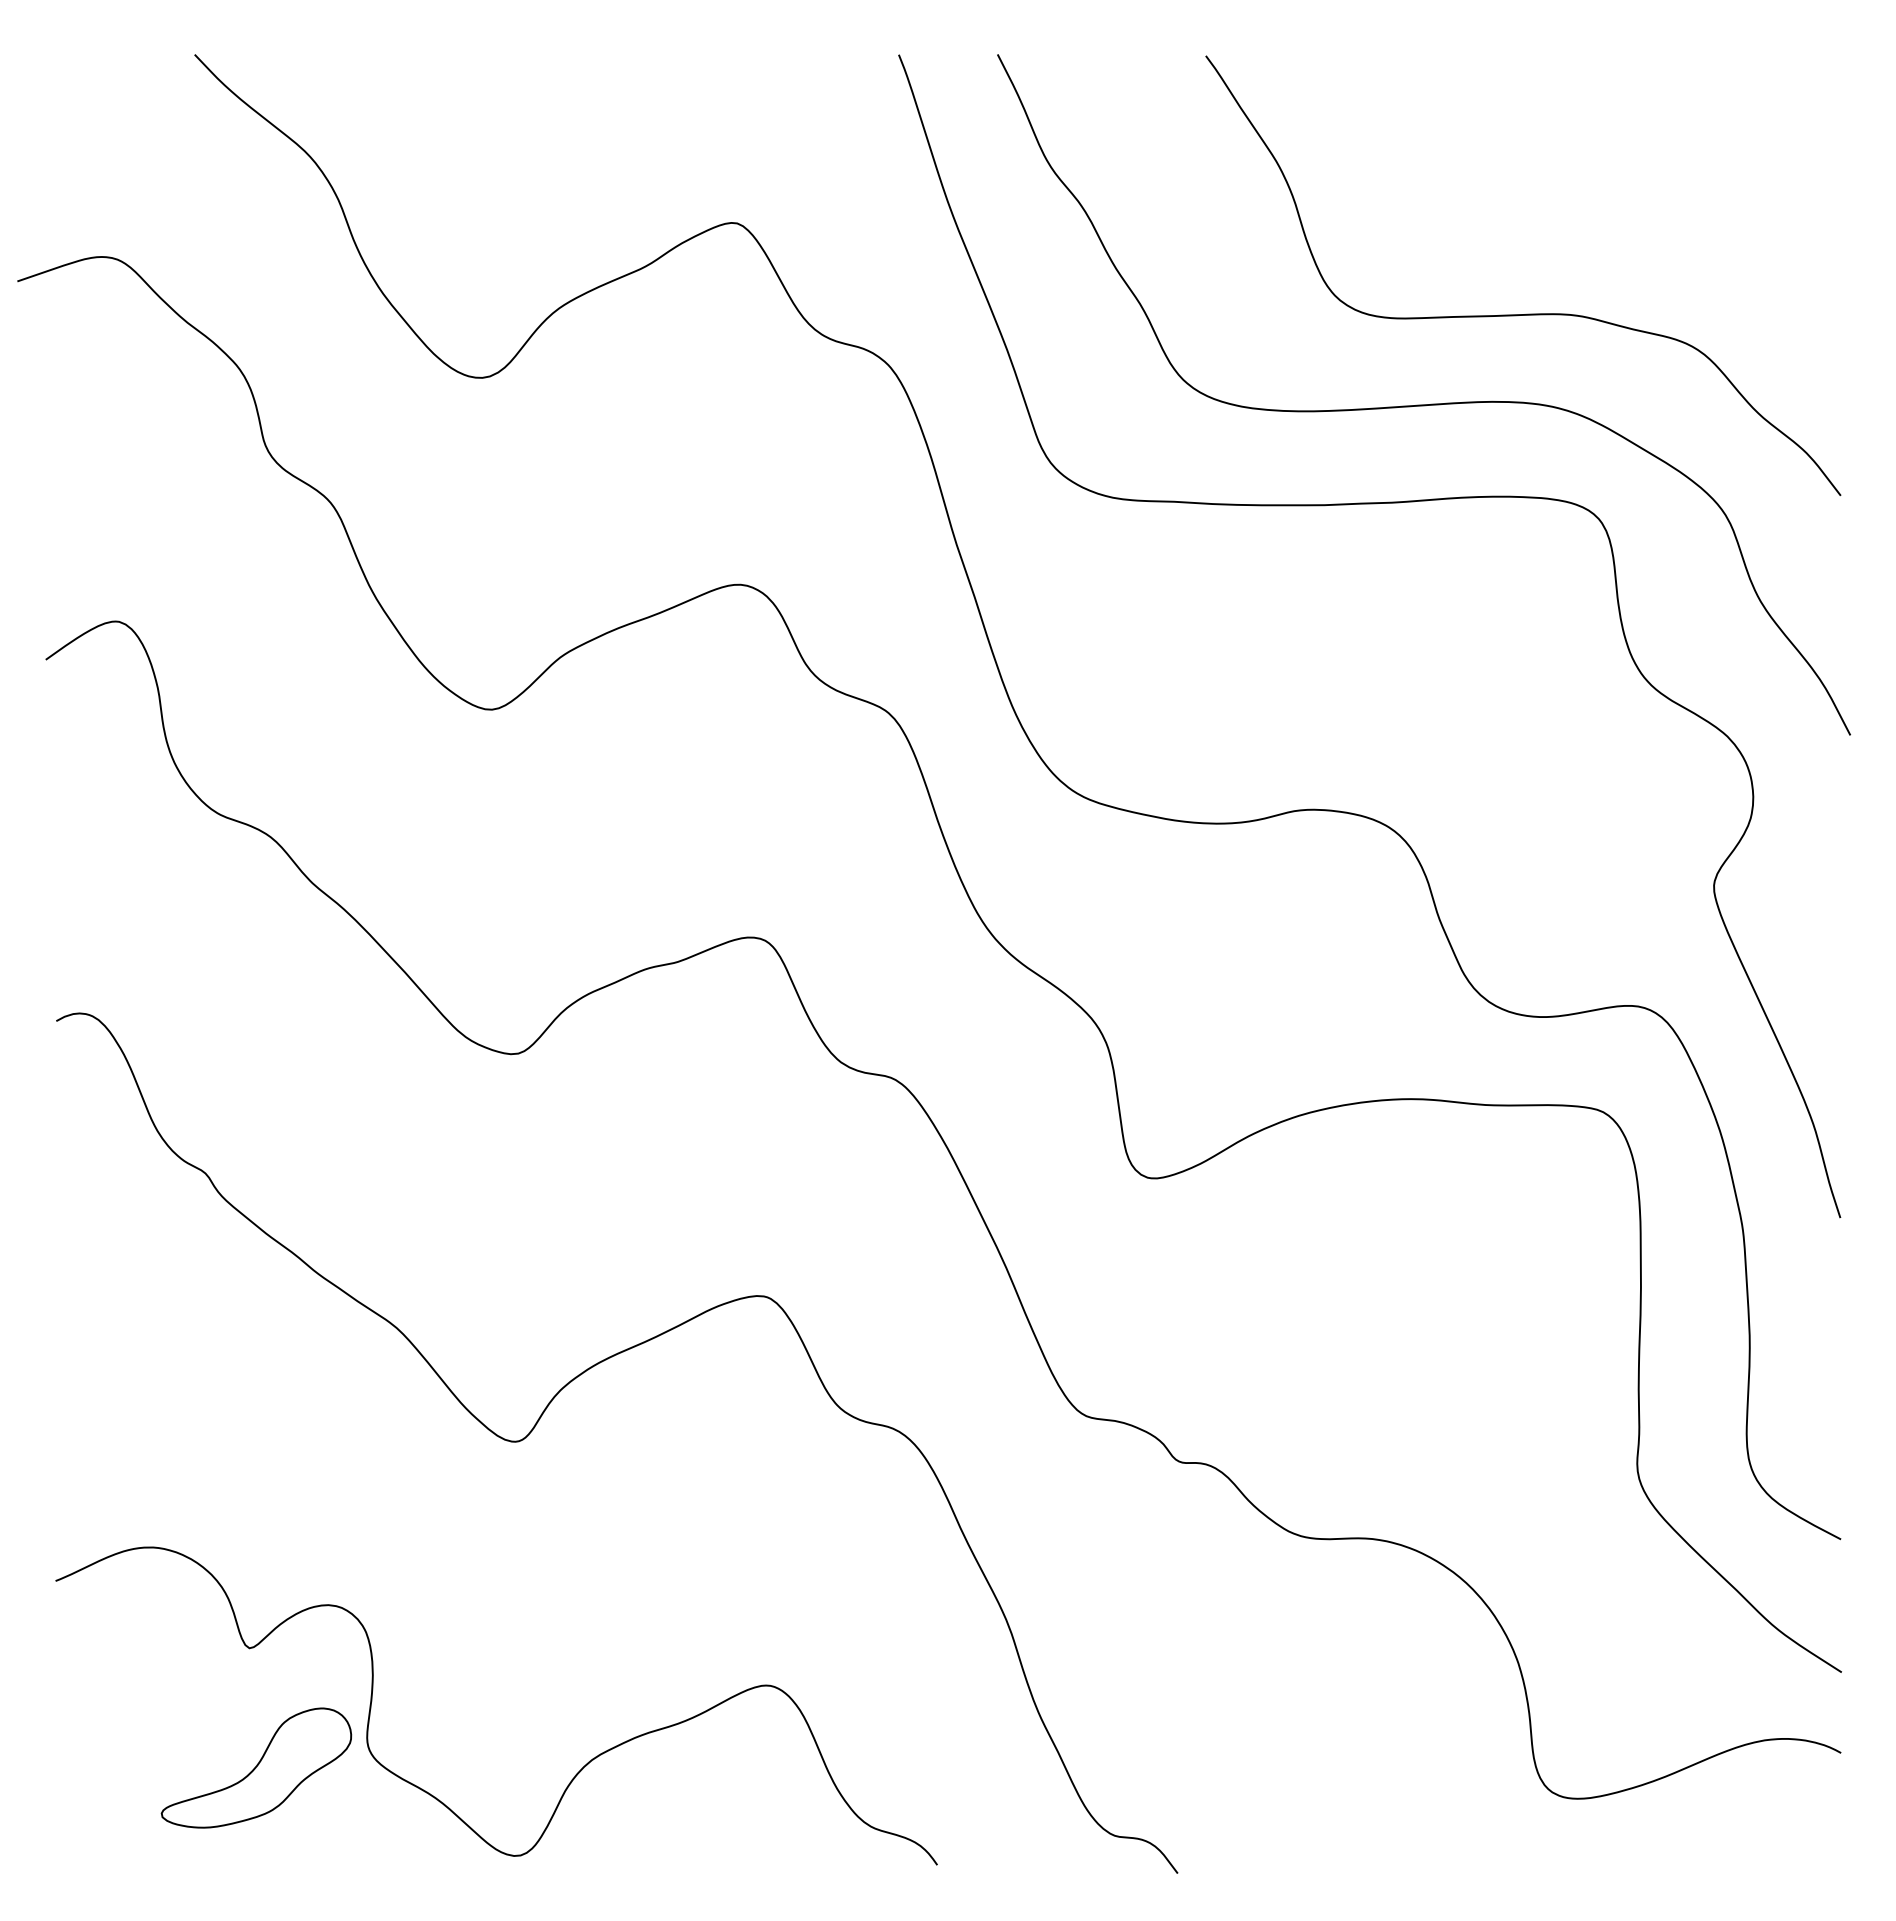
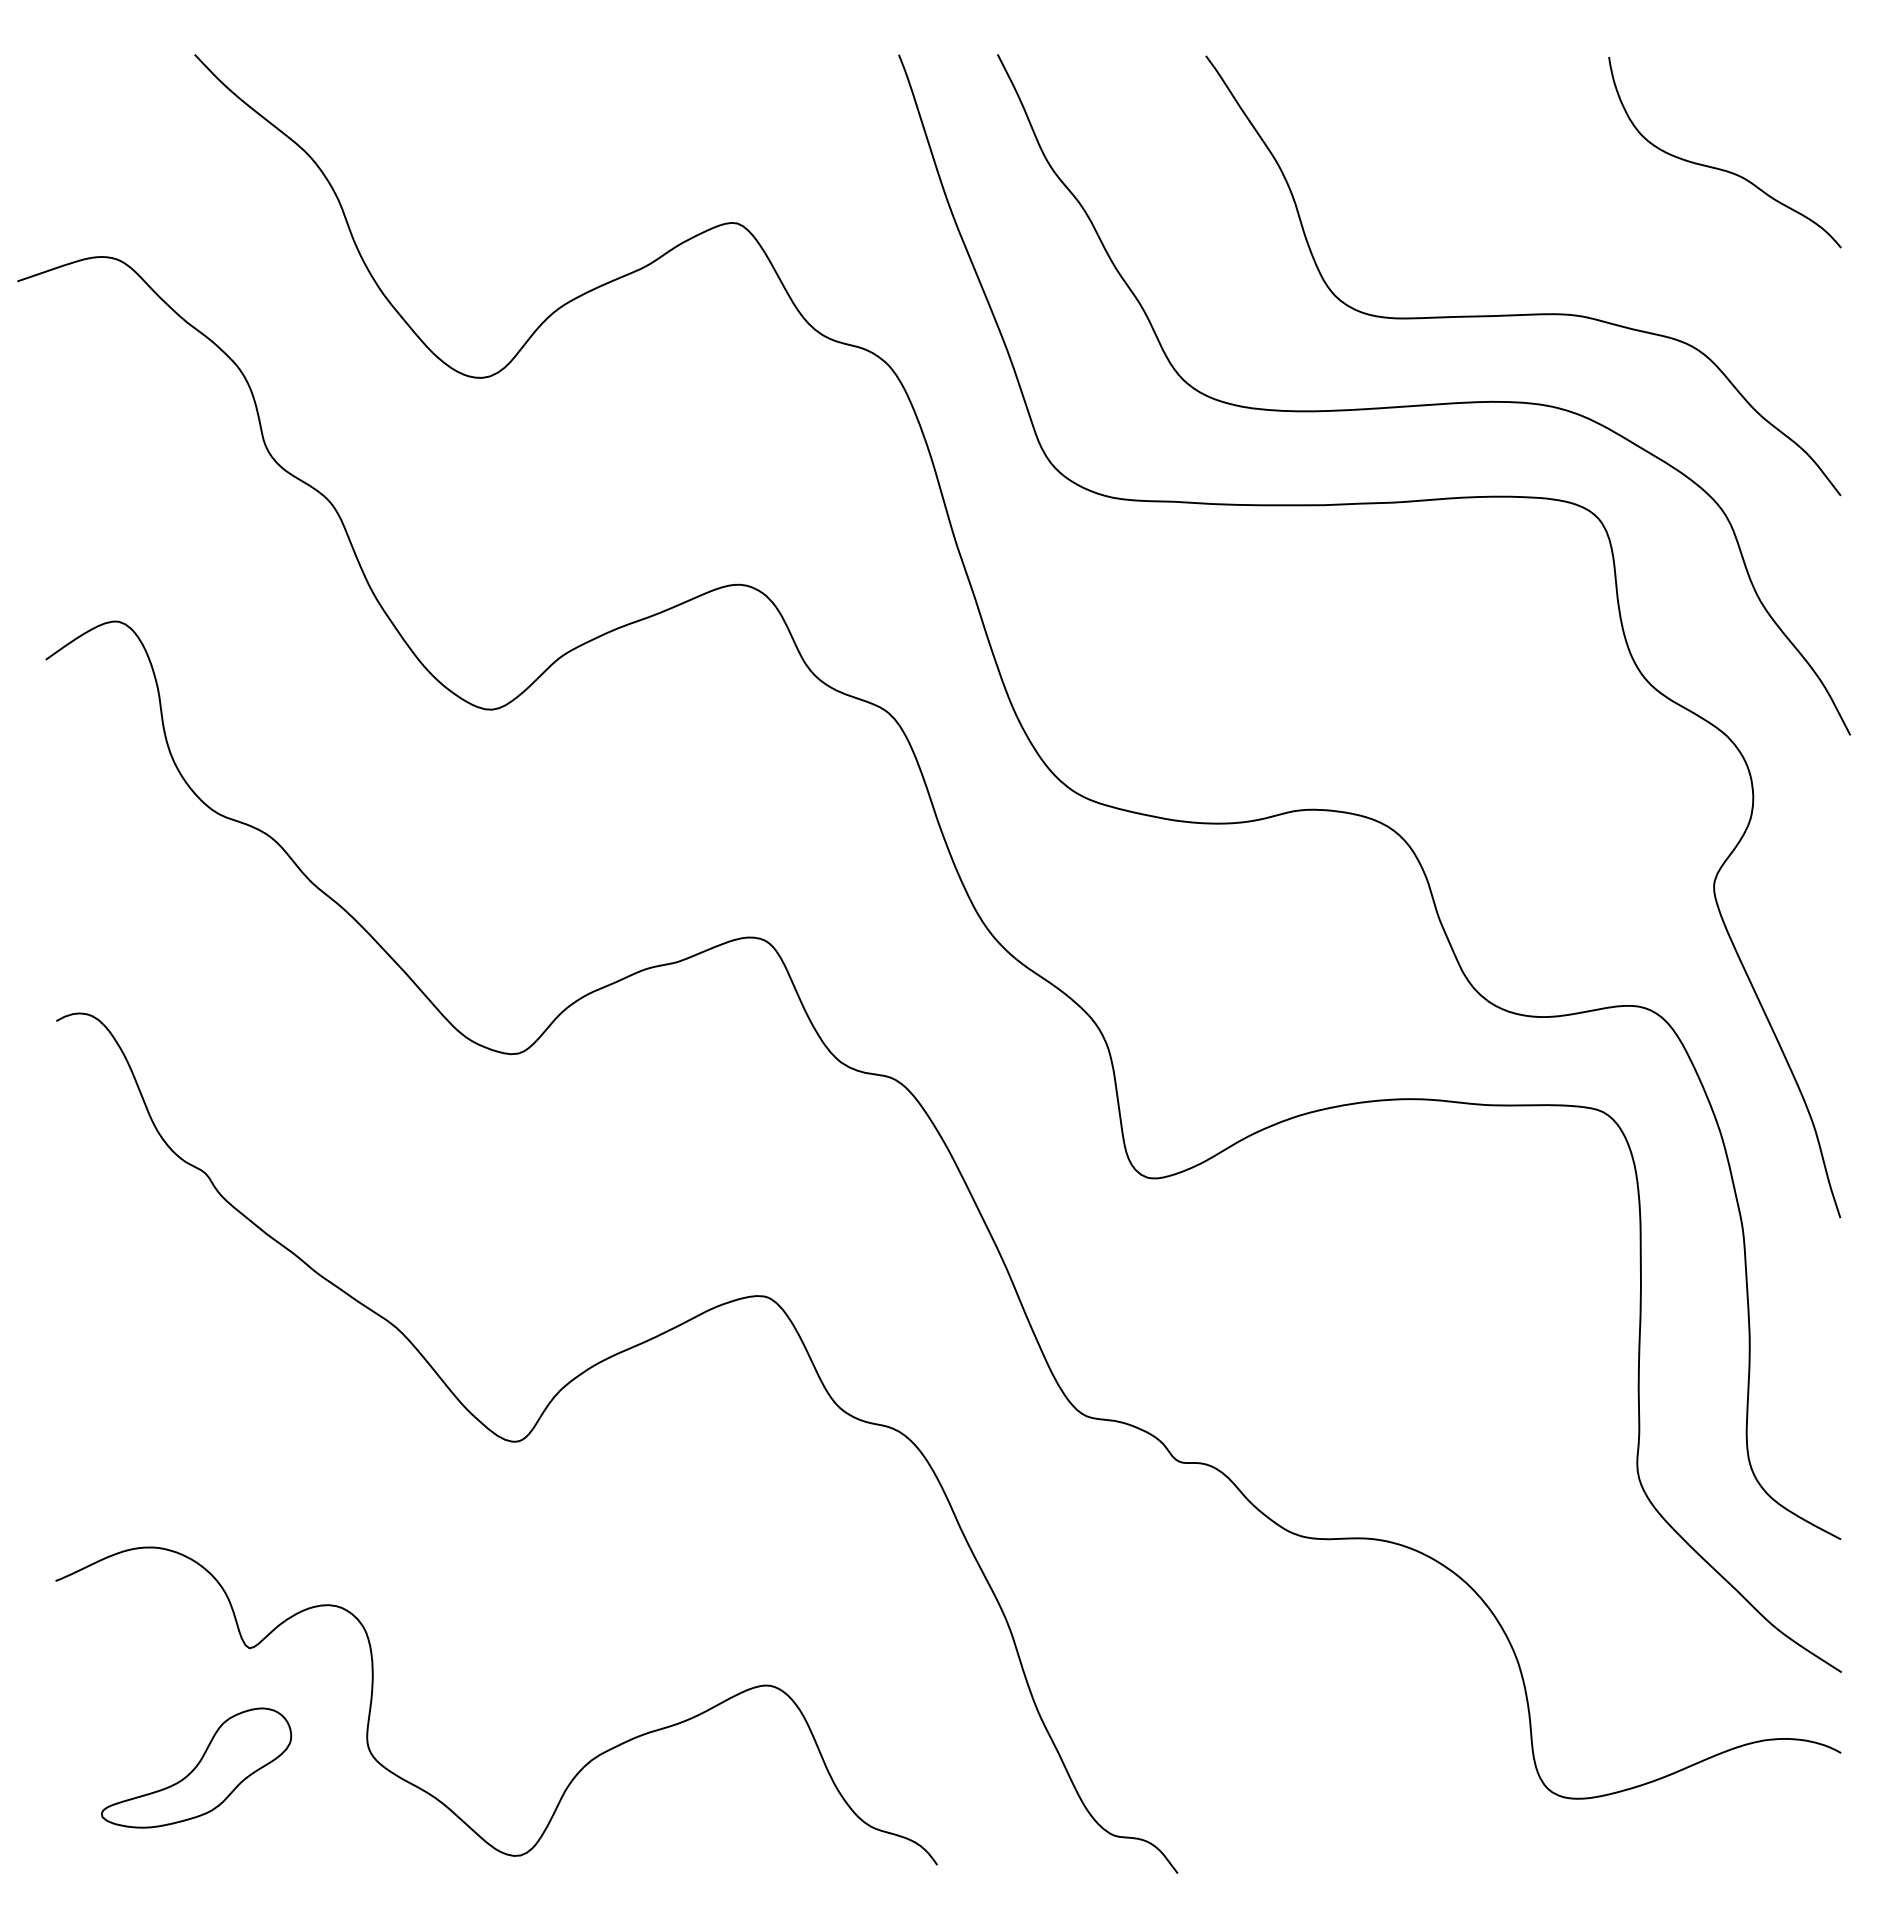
part at (1721, 168): none -> present
part at (256, 1767) position: (256, 1767) -> (196, 1767)
